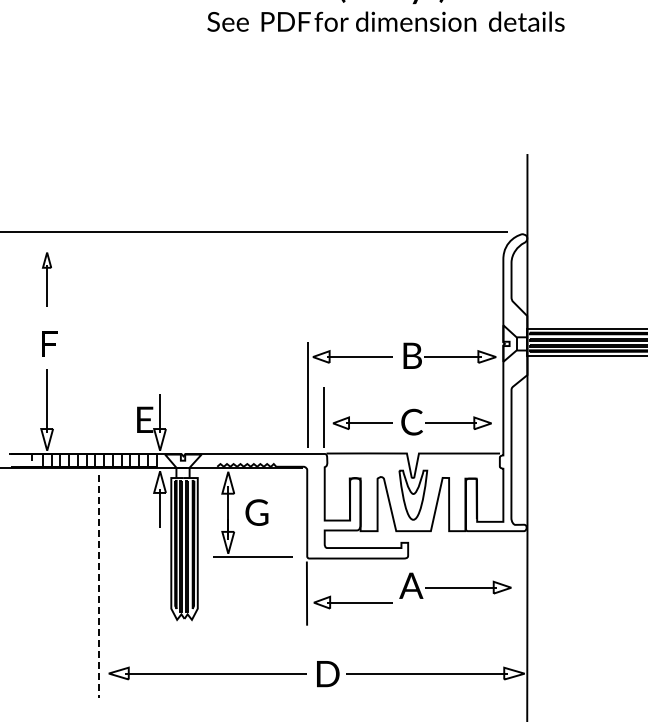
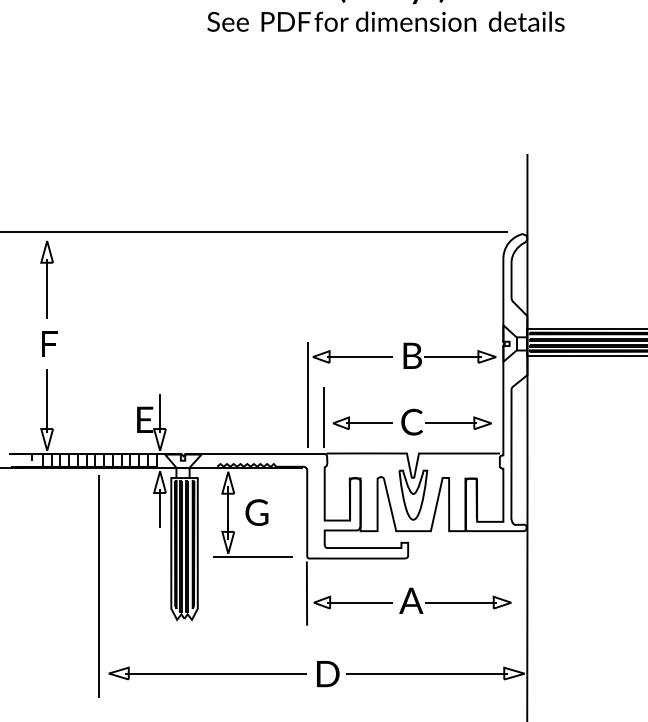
part at (46, 279) size: 11x55 px -> 14x79 px
part at (455, 585) position: (455, 585) -> (455, 600)
line at (99, 587): dashed -> solid
